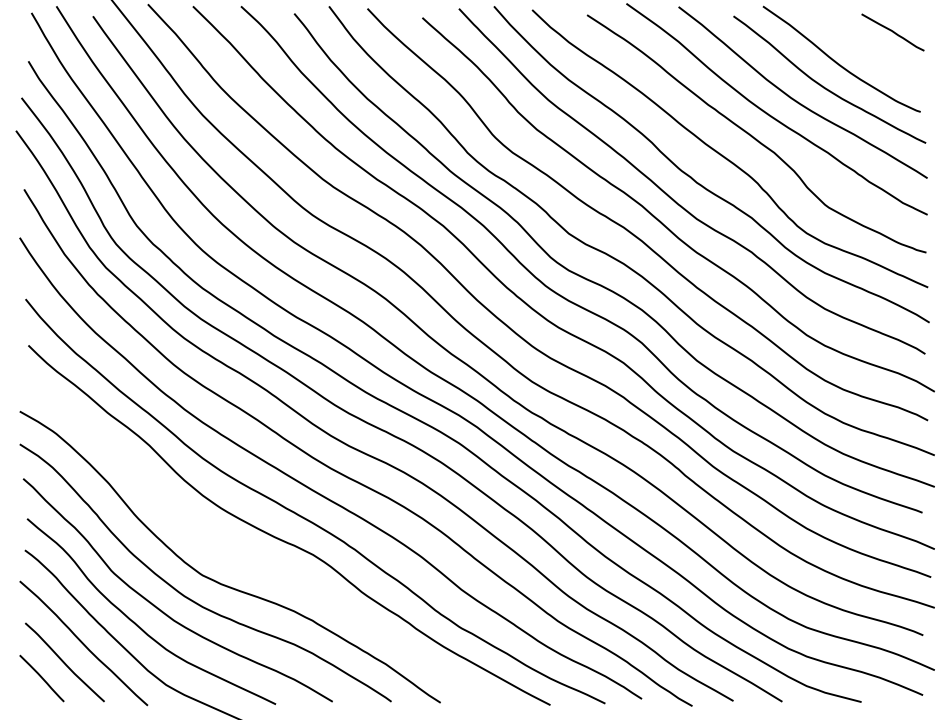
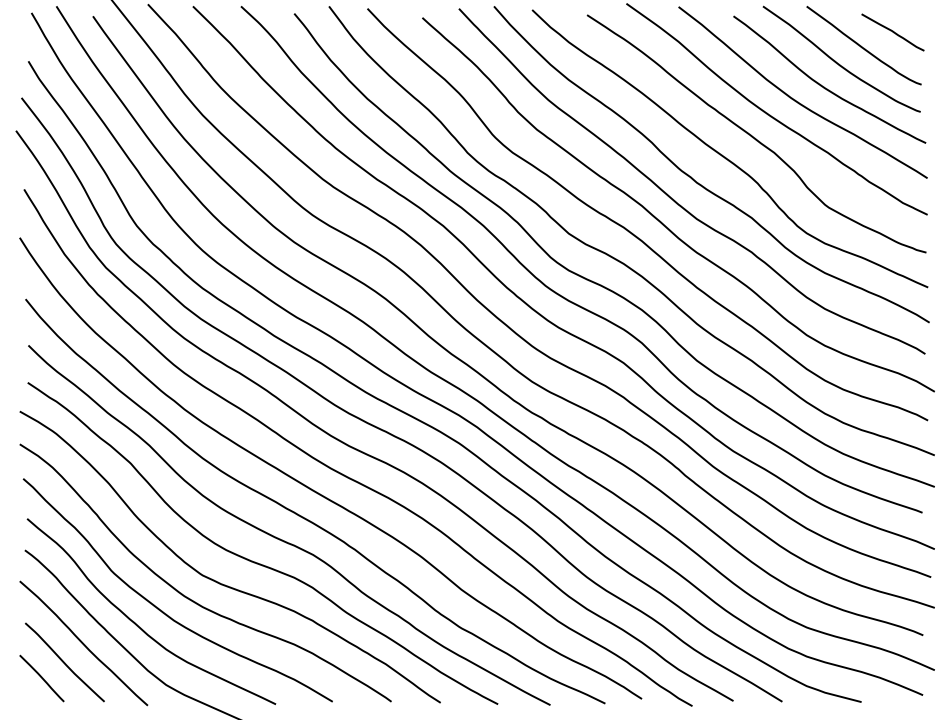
curve at (862, 46): none -> present
curve at (255, 561): none -> present
